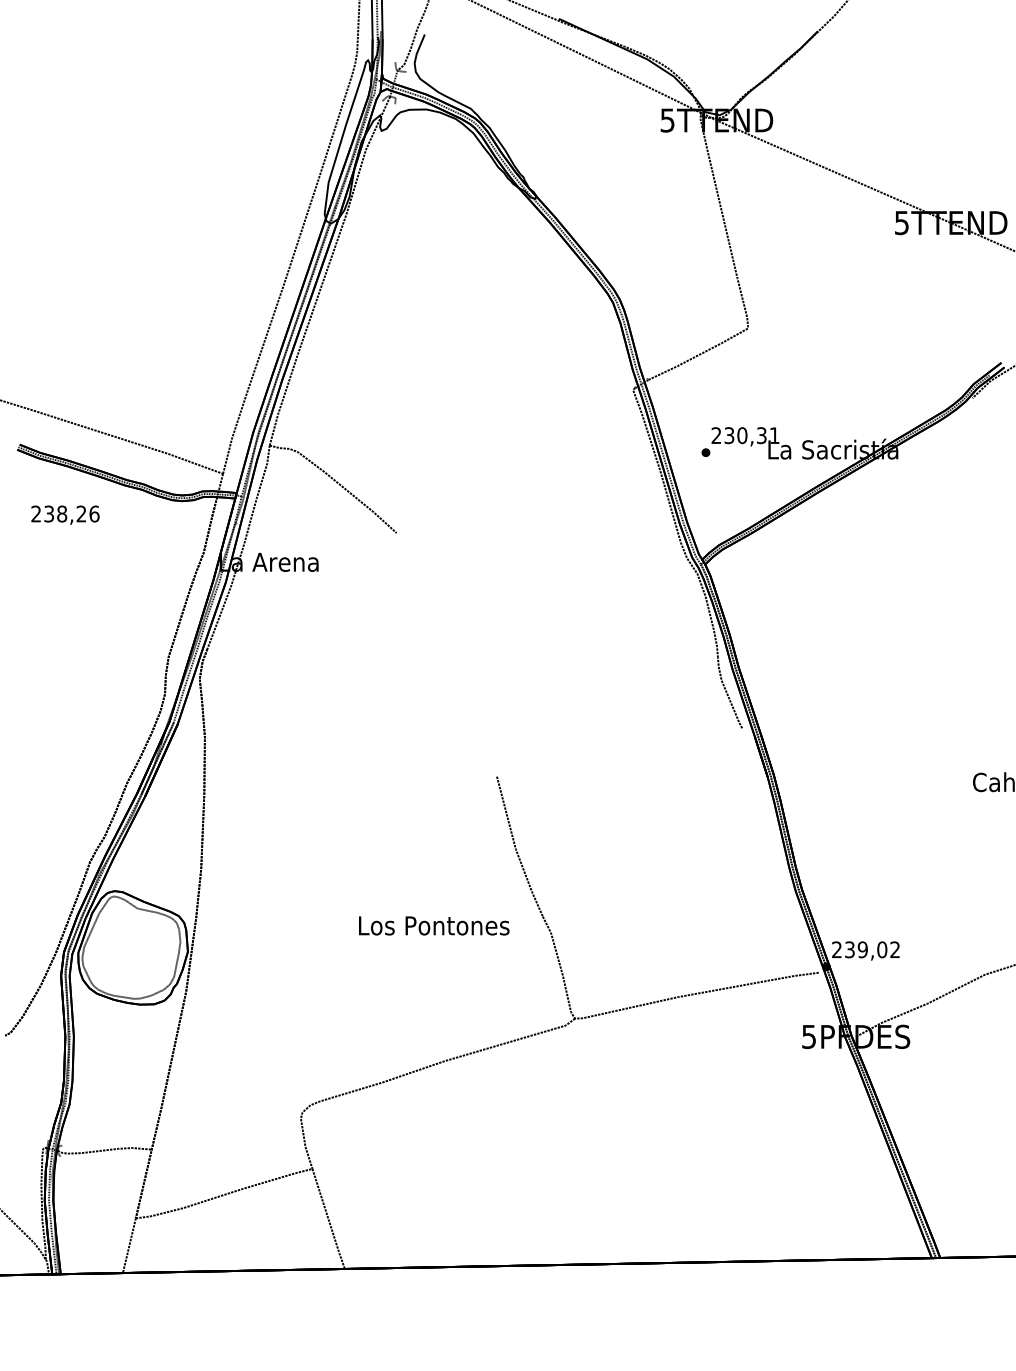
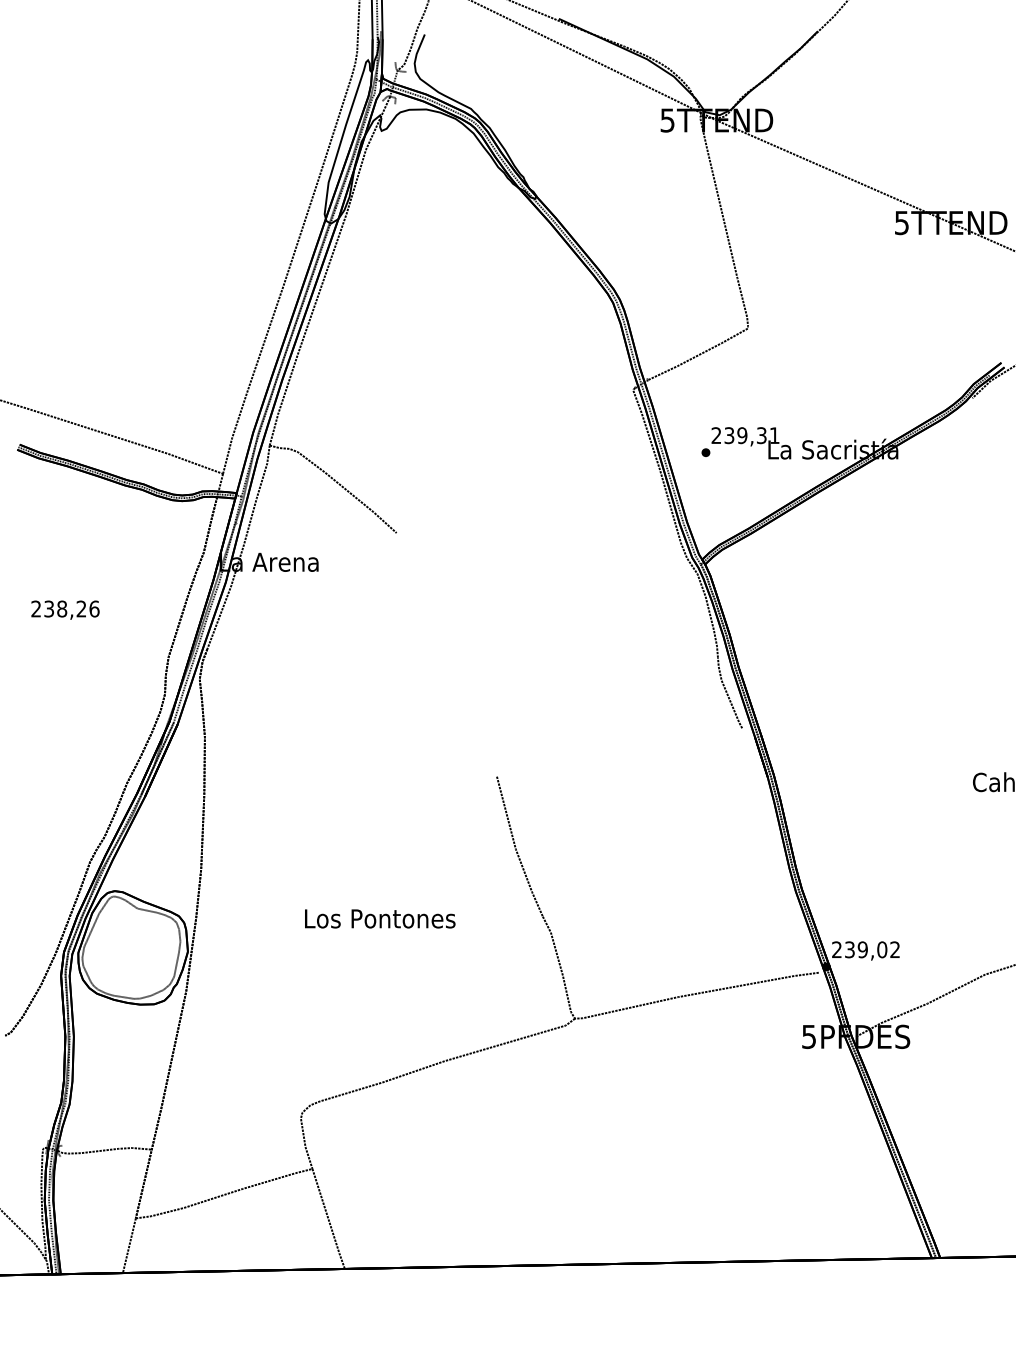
text at (742, 435): 230,31 -> 239,31
text at (65, 514) position: (65, 514) -> (65, 609)
text at (434, 925) position: (434, 925) -> (380, 918)
